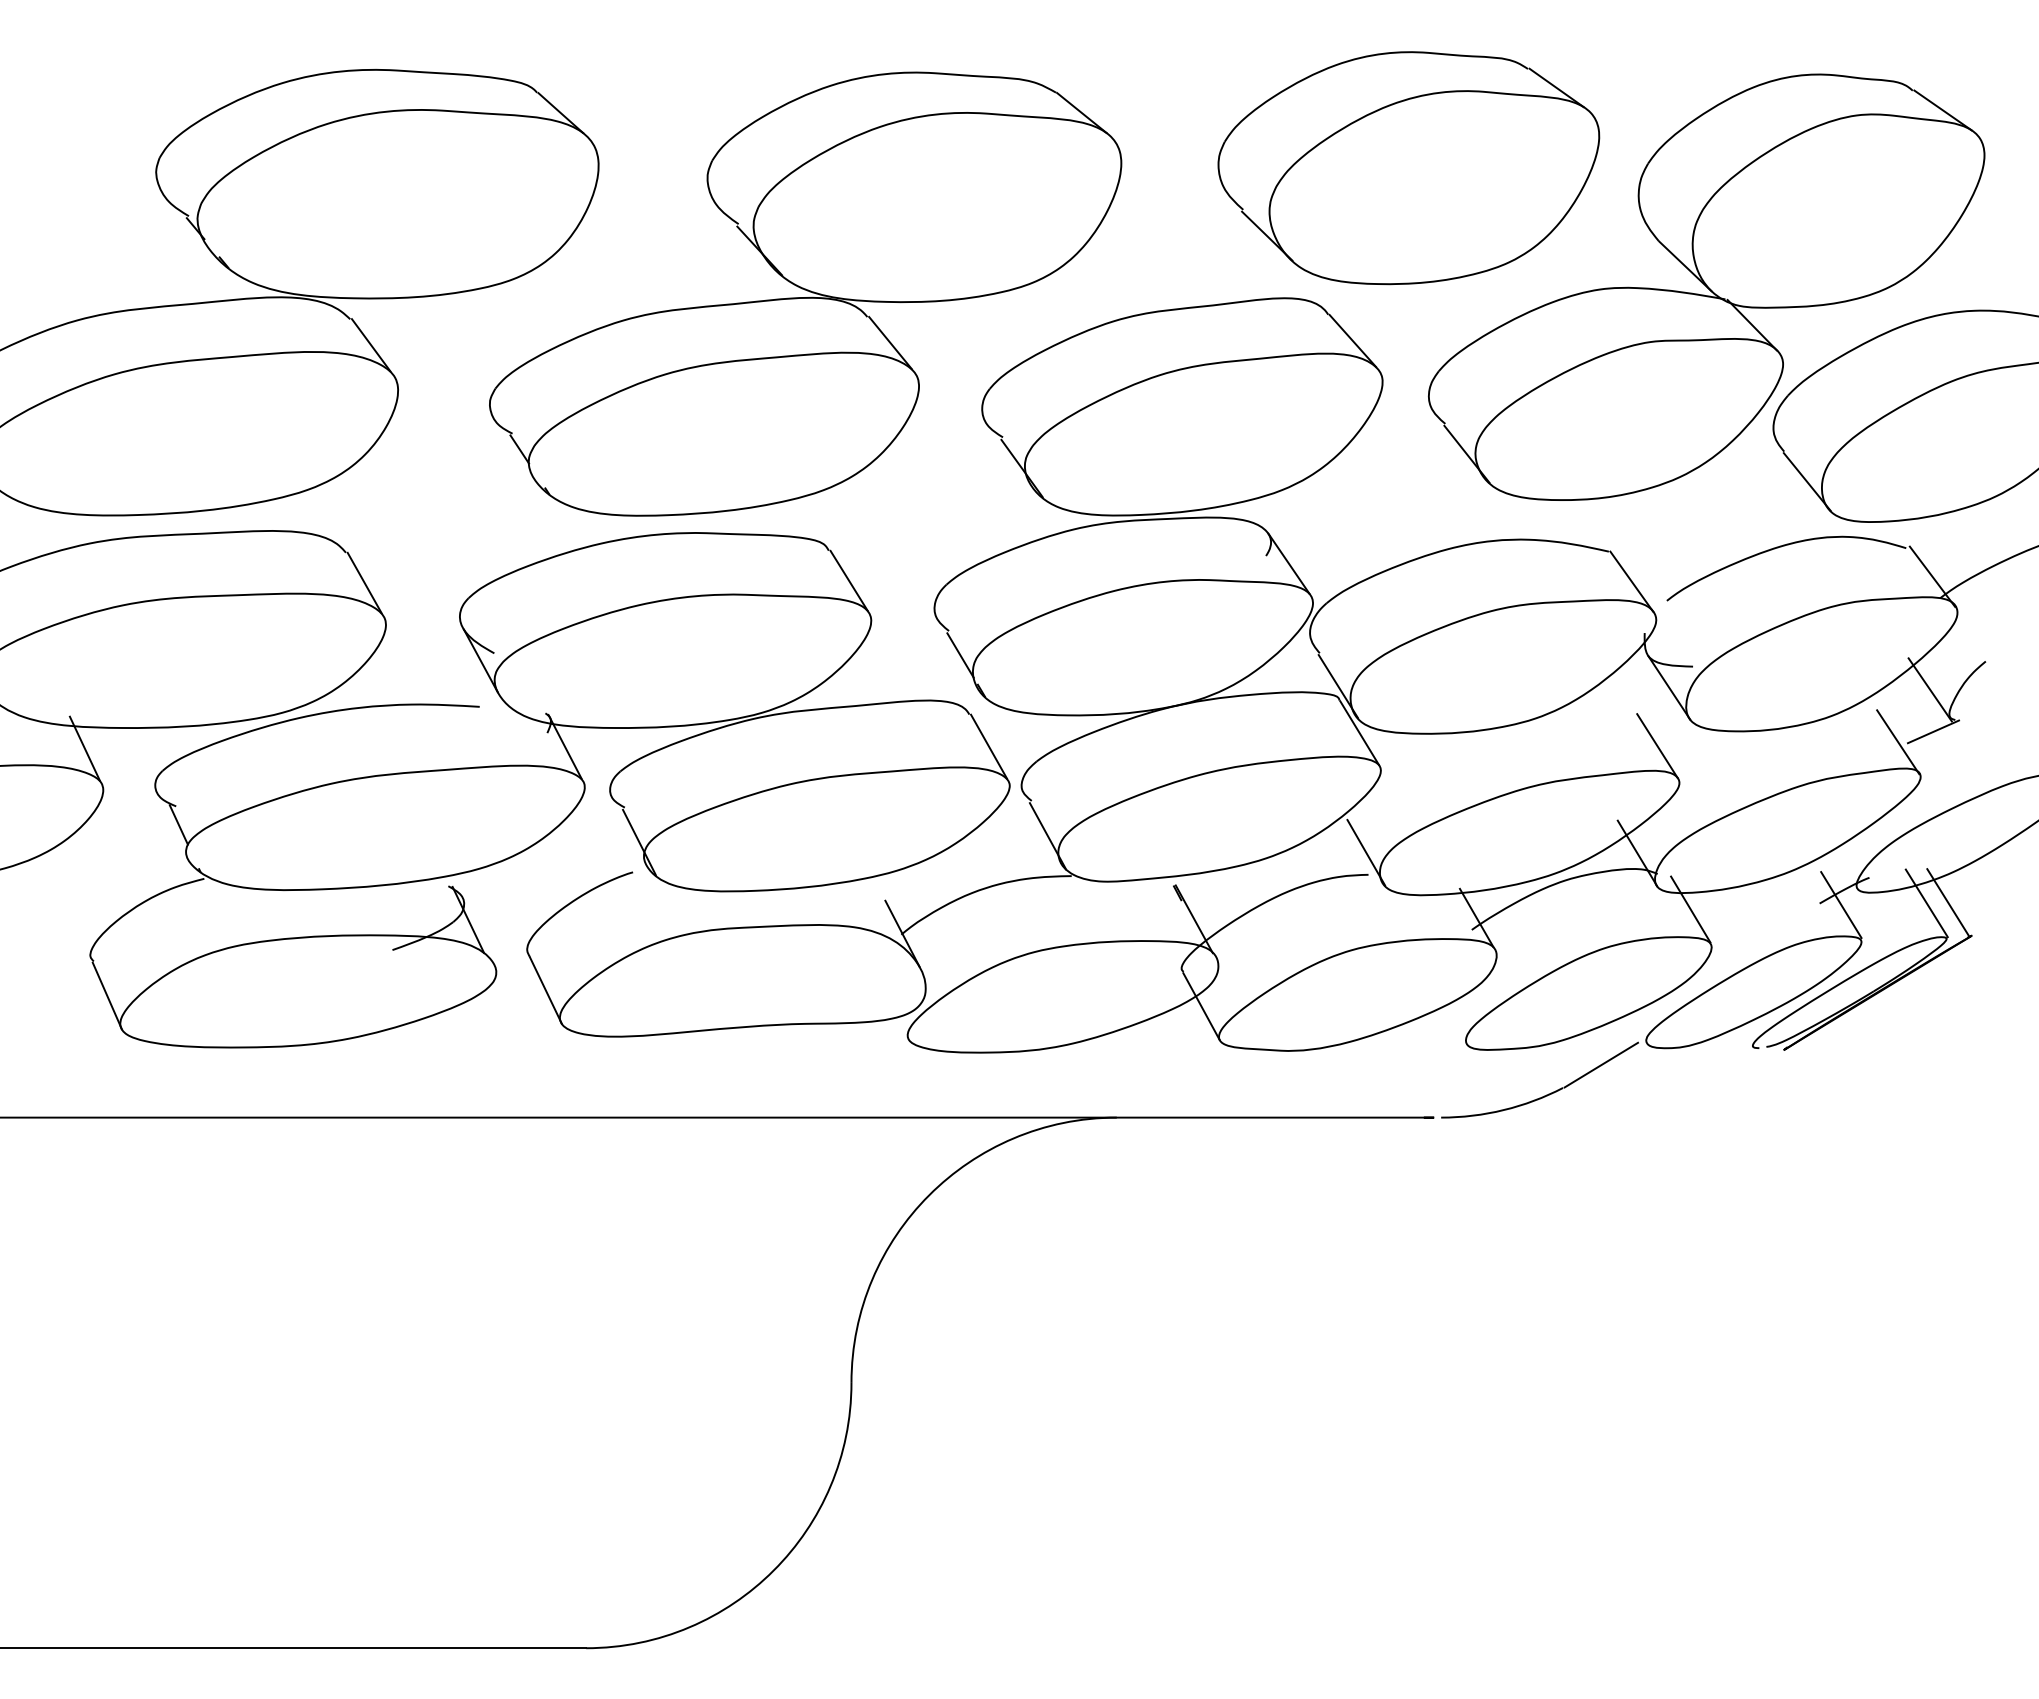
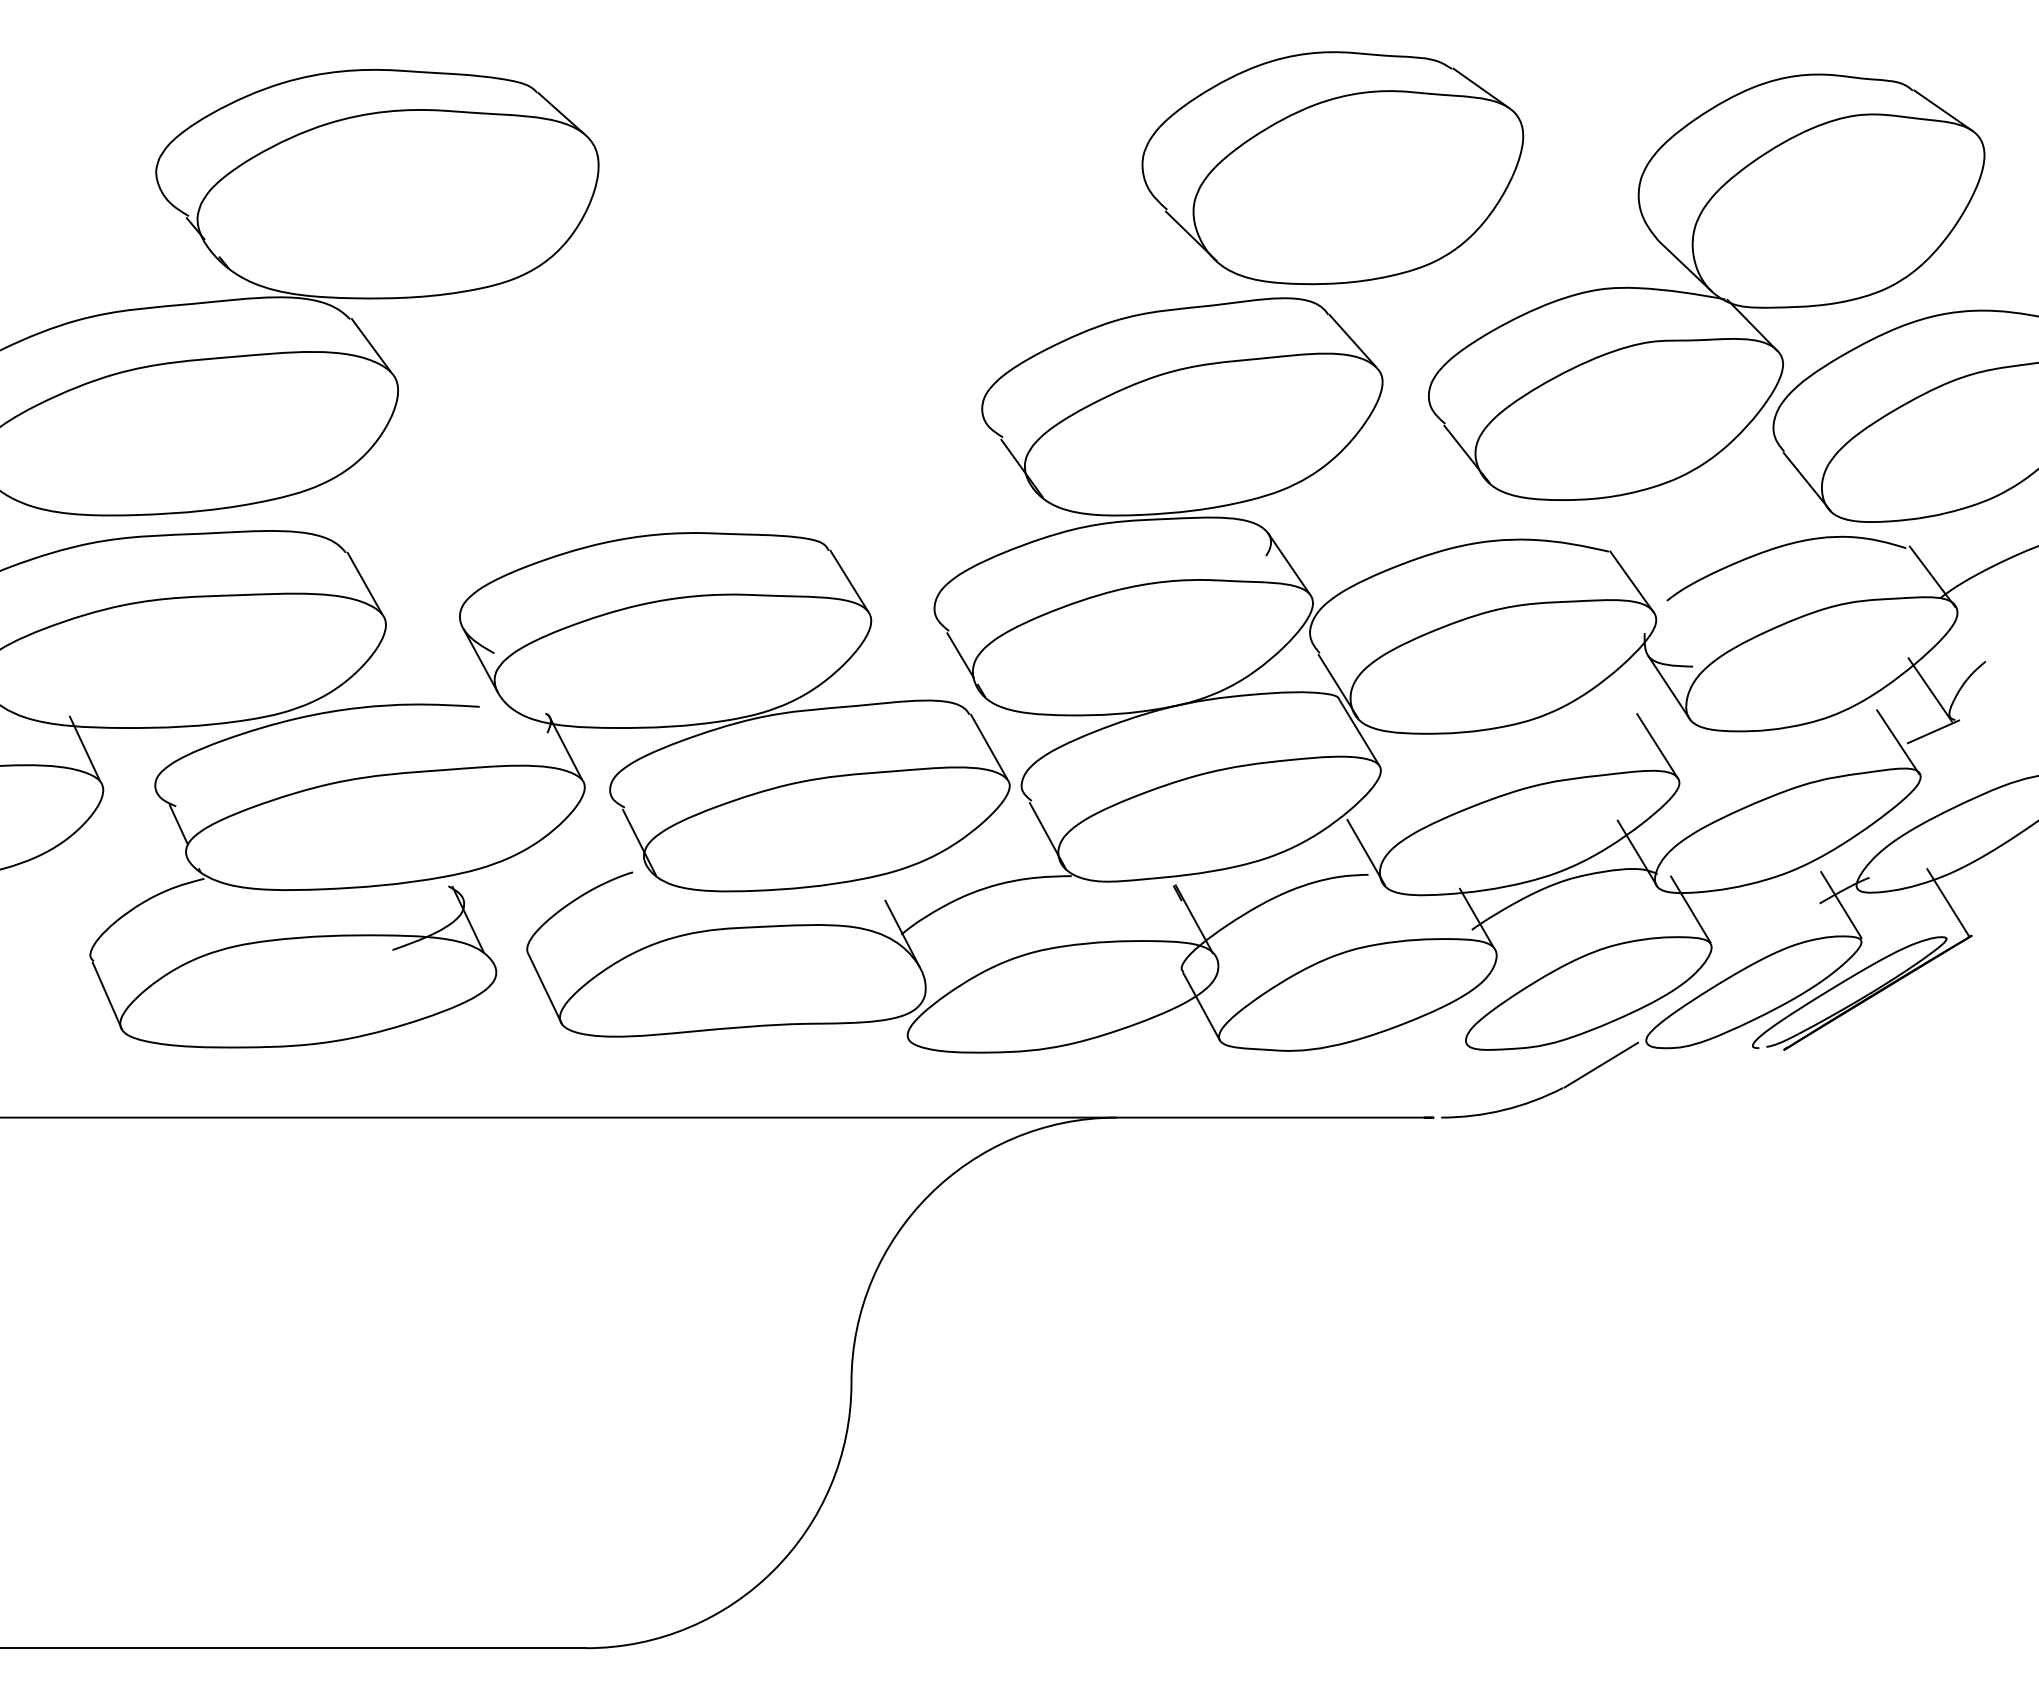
part at (1408, 168) position: (1408, 168) -> (1332, 168)
part at (805, 293): present -> none
line at (1926, 903): present -> none
